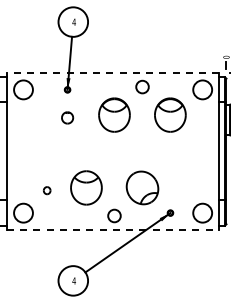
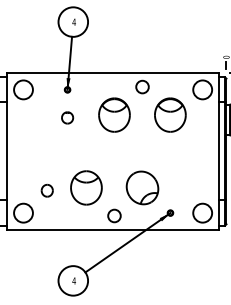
line at (112, 73): dashed -> solid
part at (46, 190) size: 10x10 px -> 14x15 px
line at (113, 229): dashed -> solid
